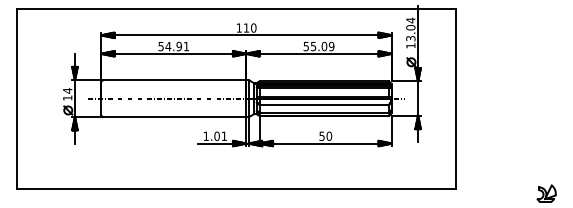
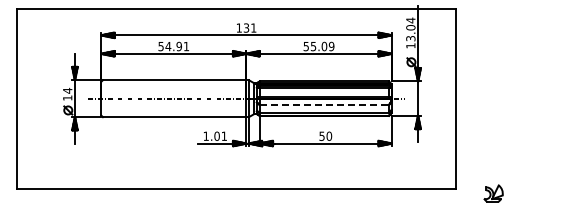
text at (249, 27): 110 -> 131
line at (324, 104): solid -> dashed
part at (546, 193) position: (546, 193) -> (493, 193)
